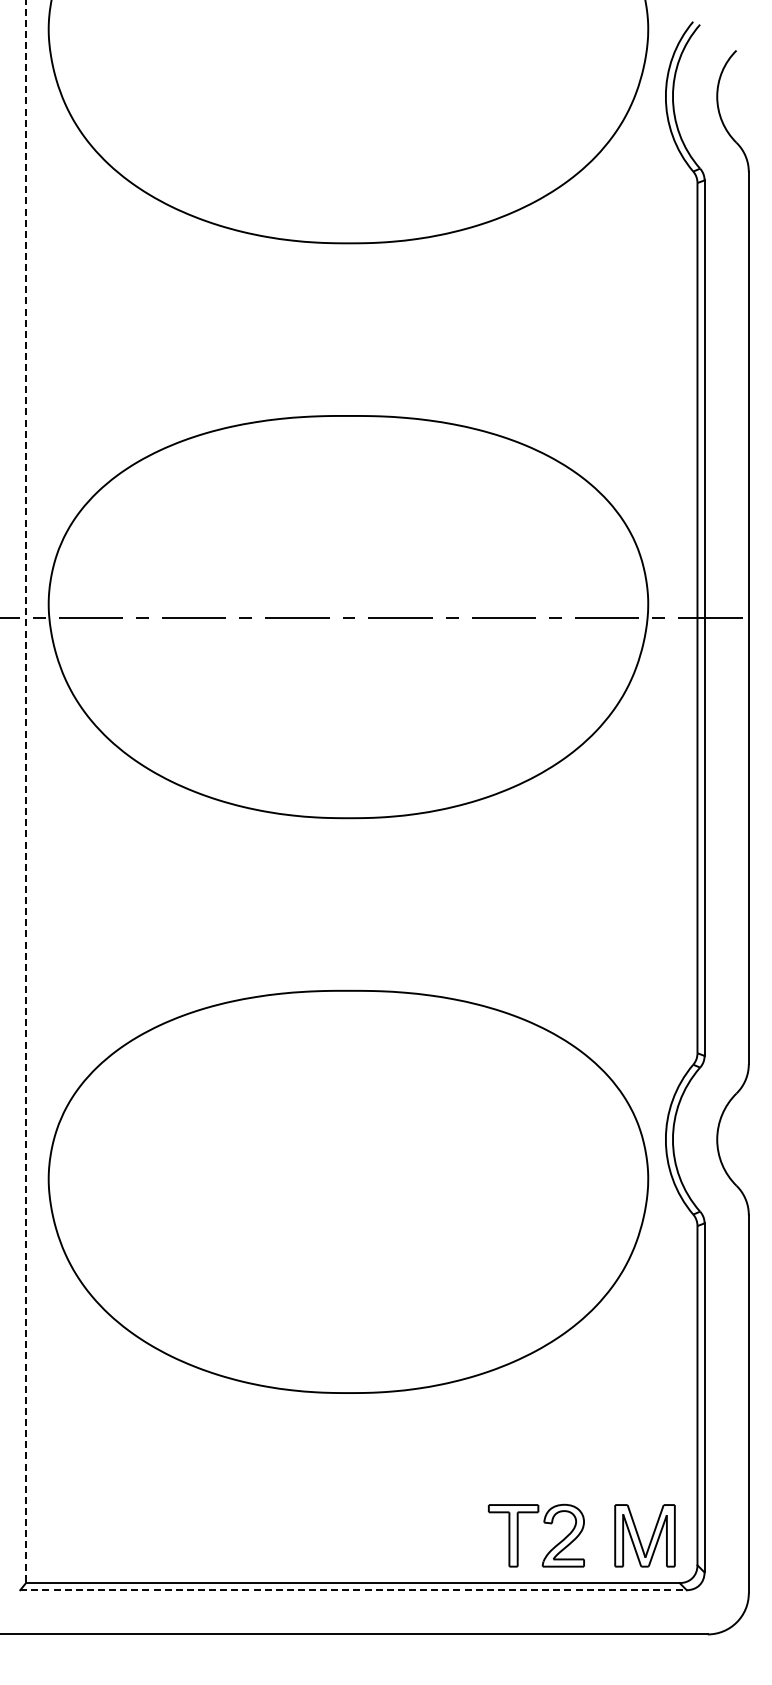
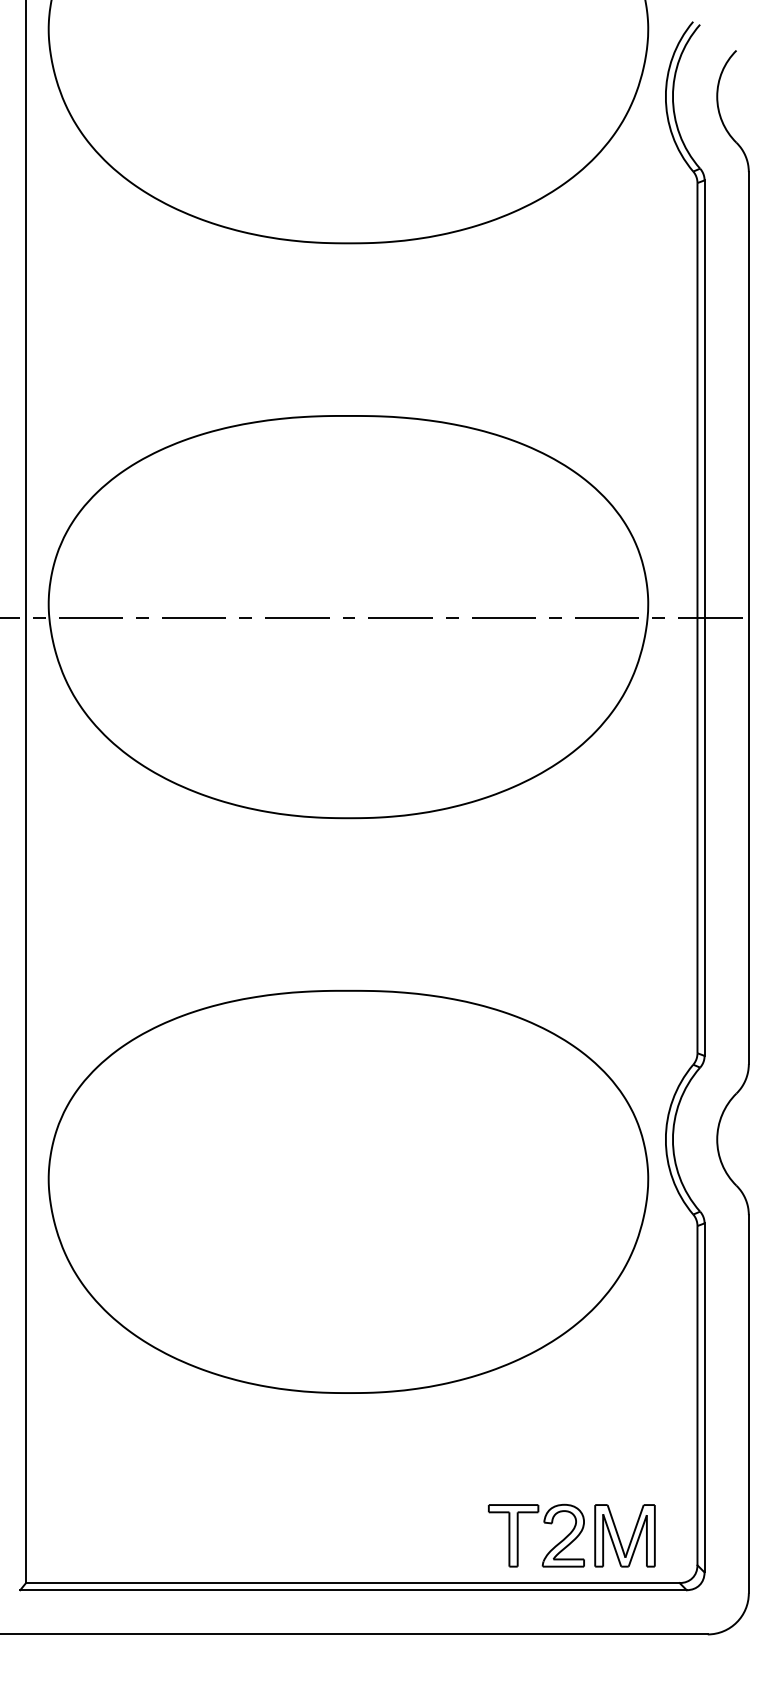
line at (26, 792): dashed -> solid
part at (644, 1535) position: (644, 1535) -> (624, 1535)
line at (354, 1590): dashed -> solid
